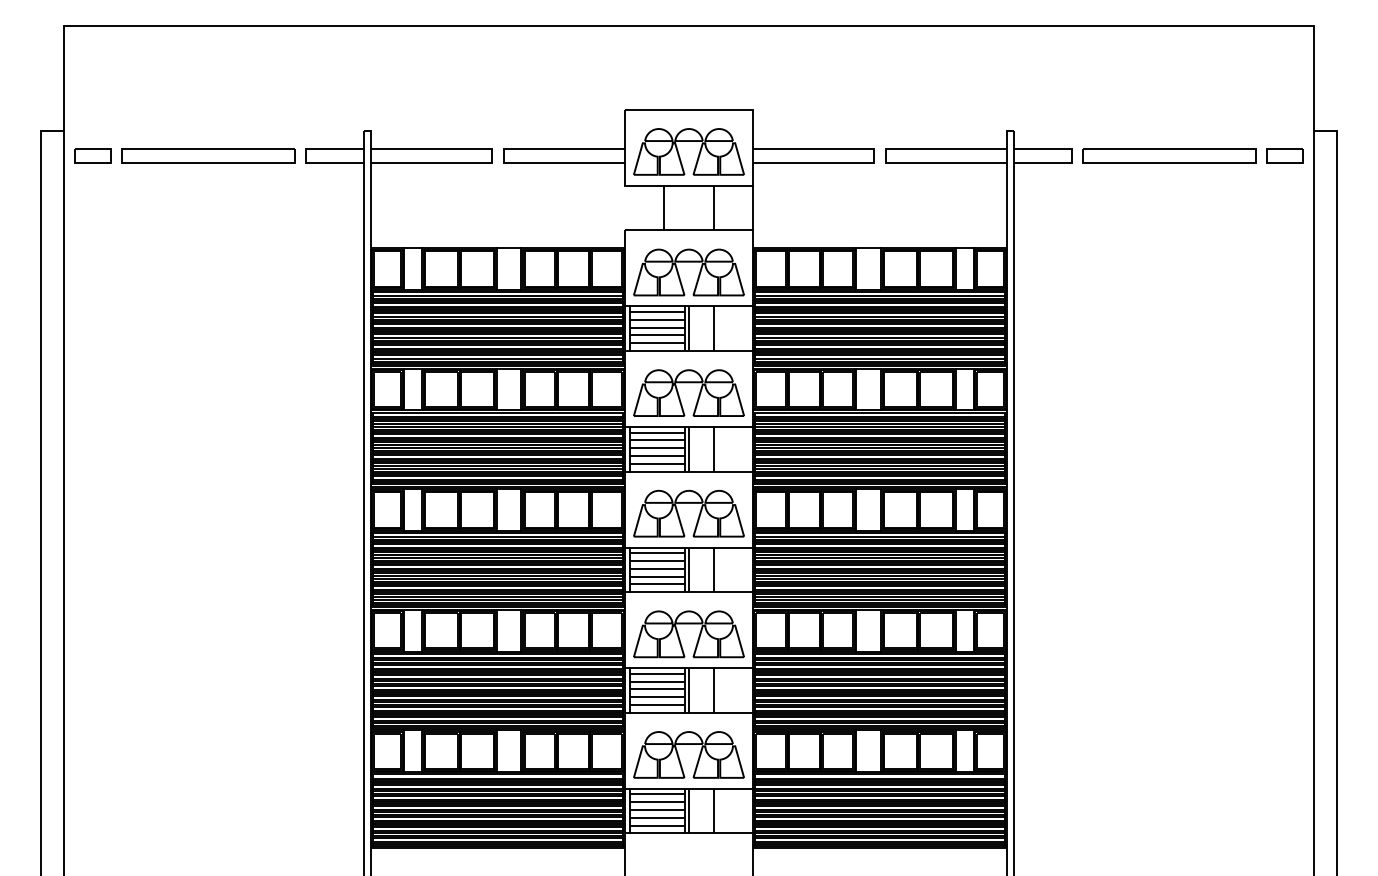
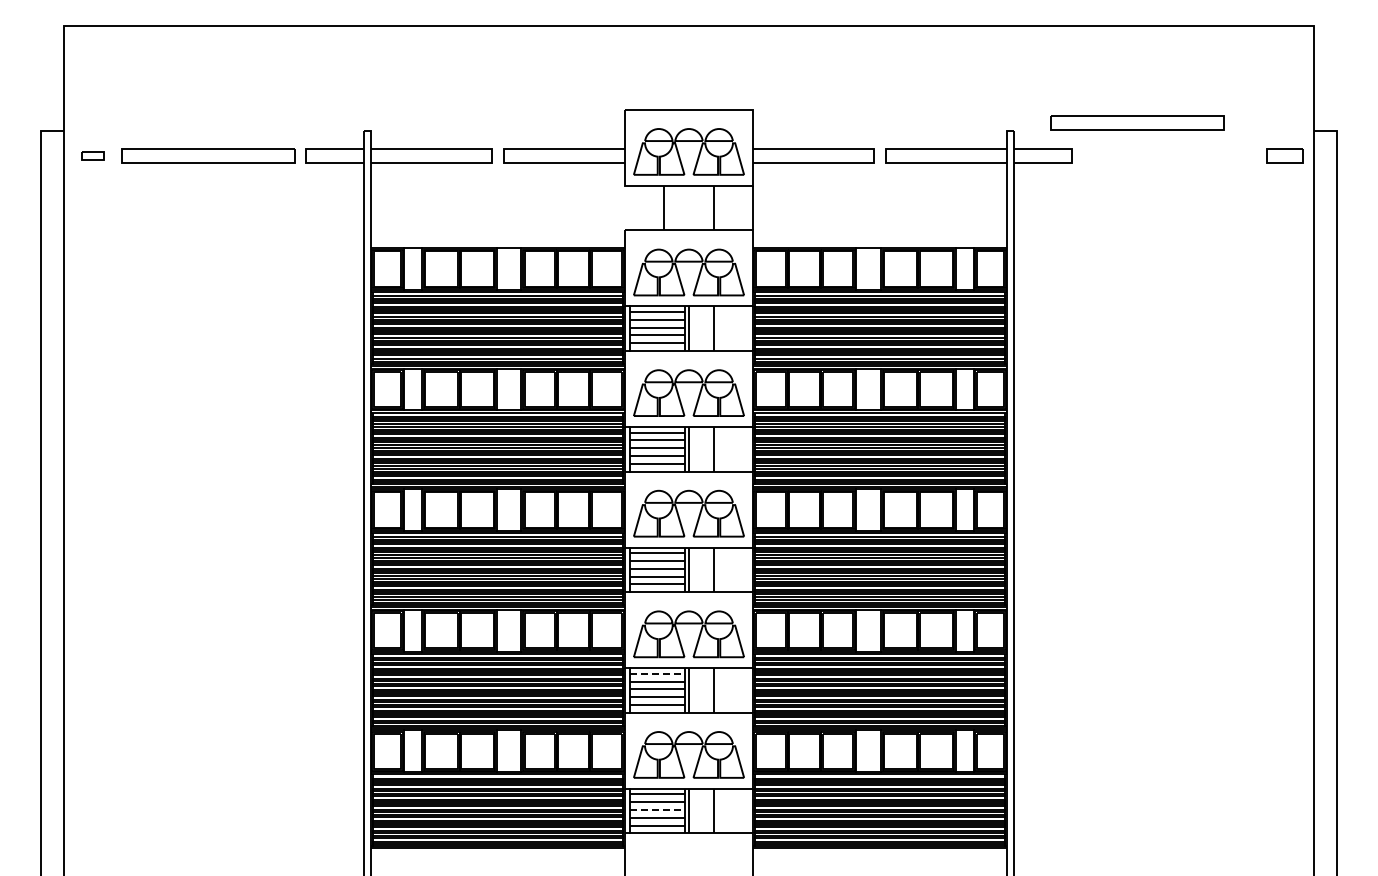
part at (92, 155) size: 38x16 px -> 24x10 px
part at (1169, 155) position: (1169, 155) -> (1137, 122)
line at (657, 673): solid -> dashed
line at (657, 809): solid -> dashed
